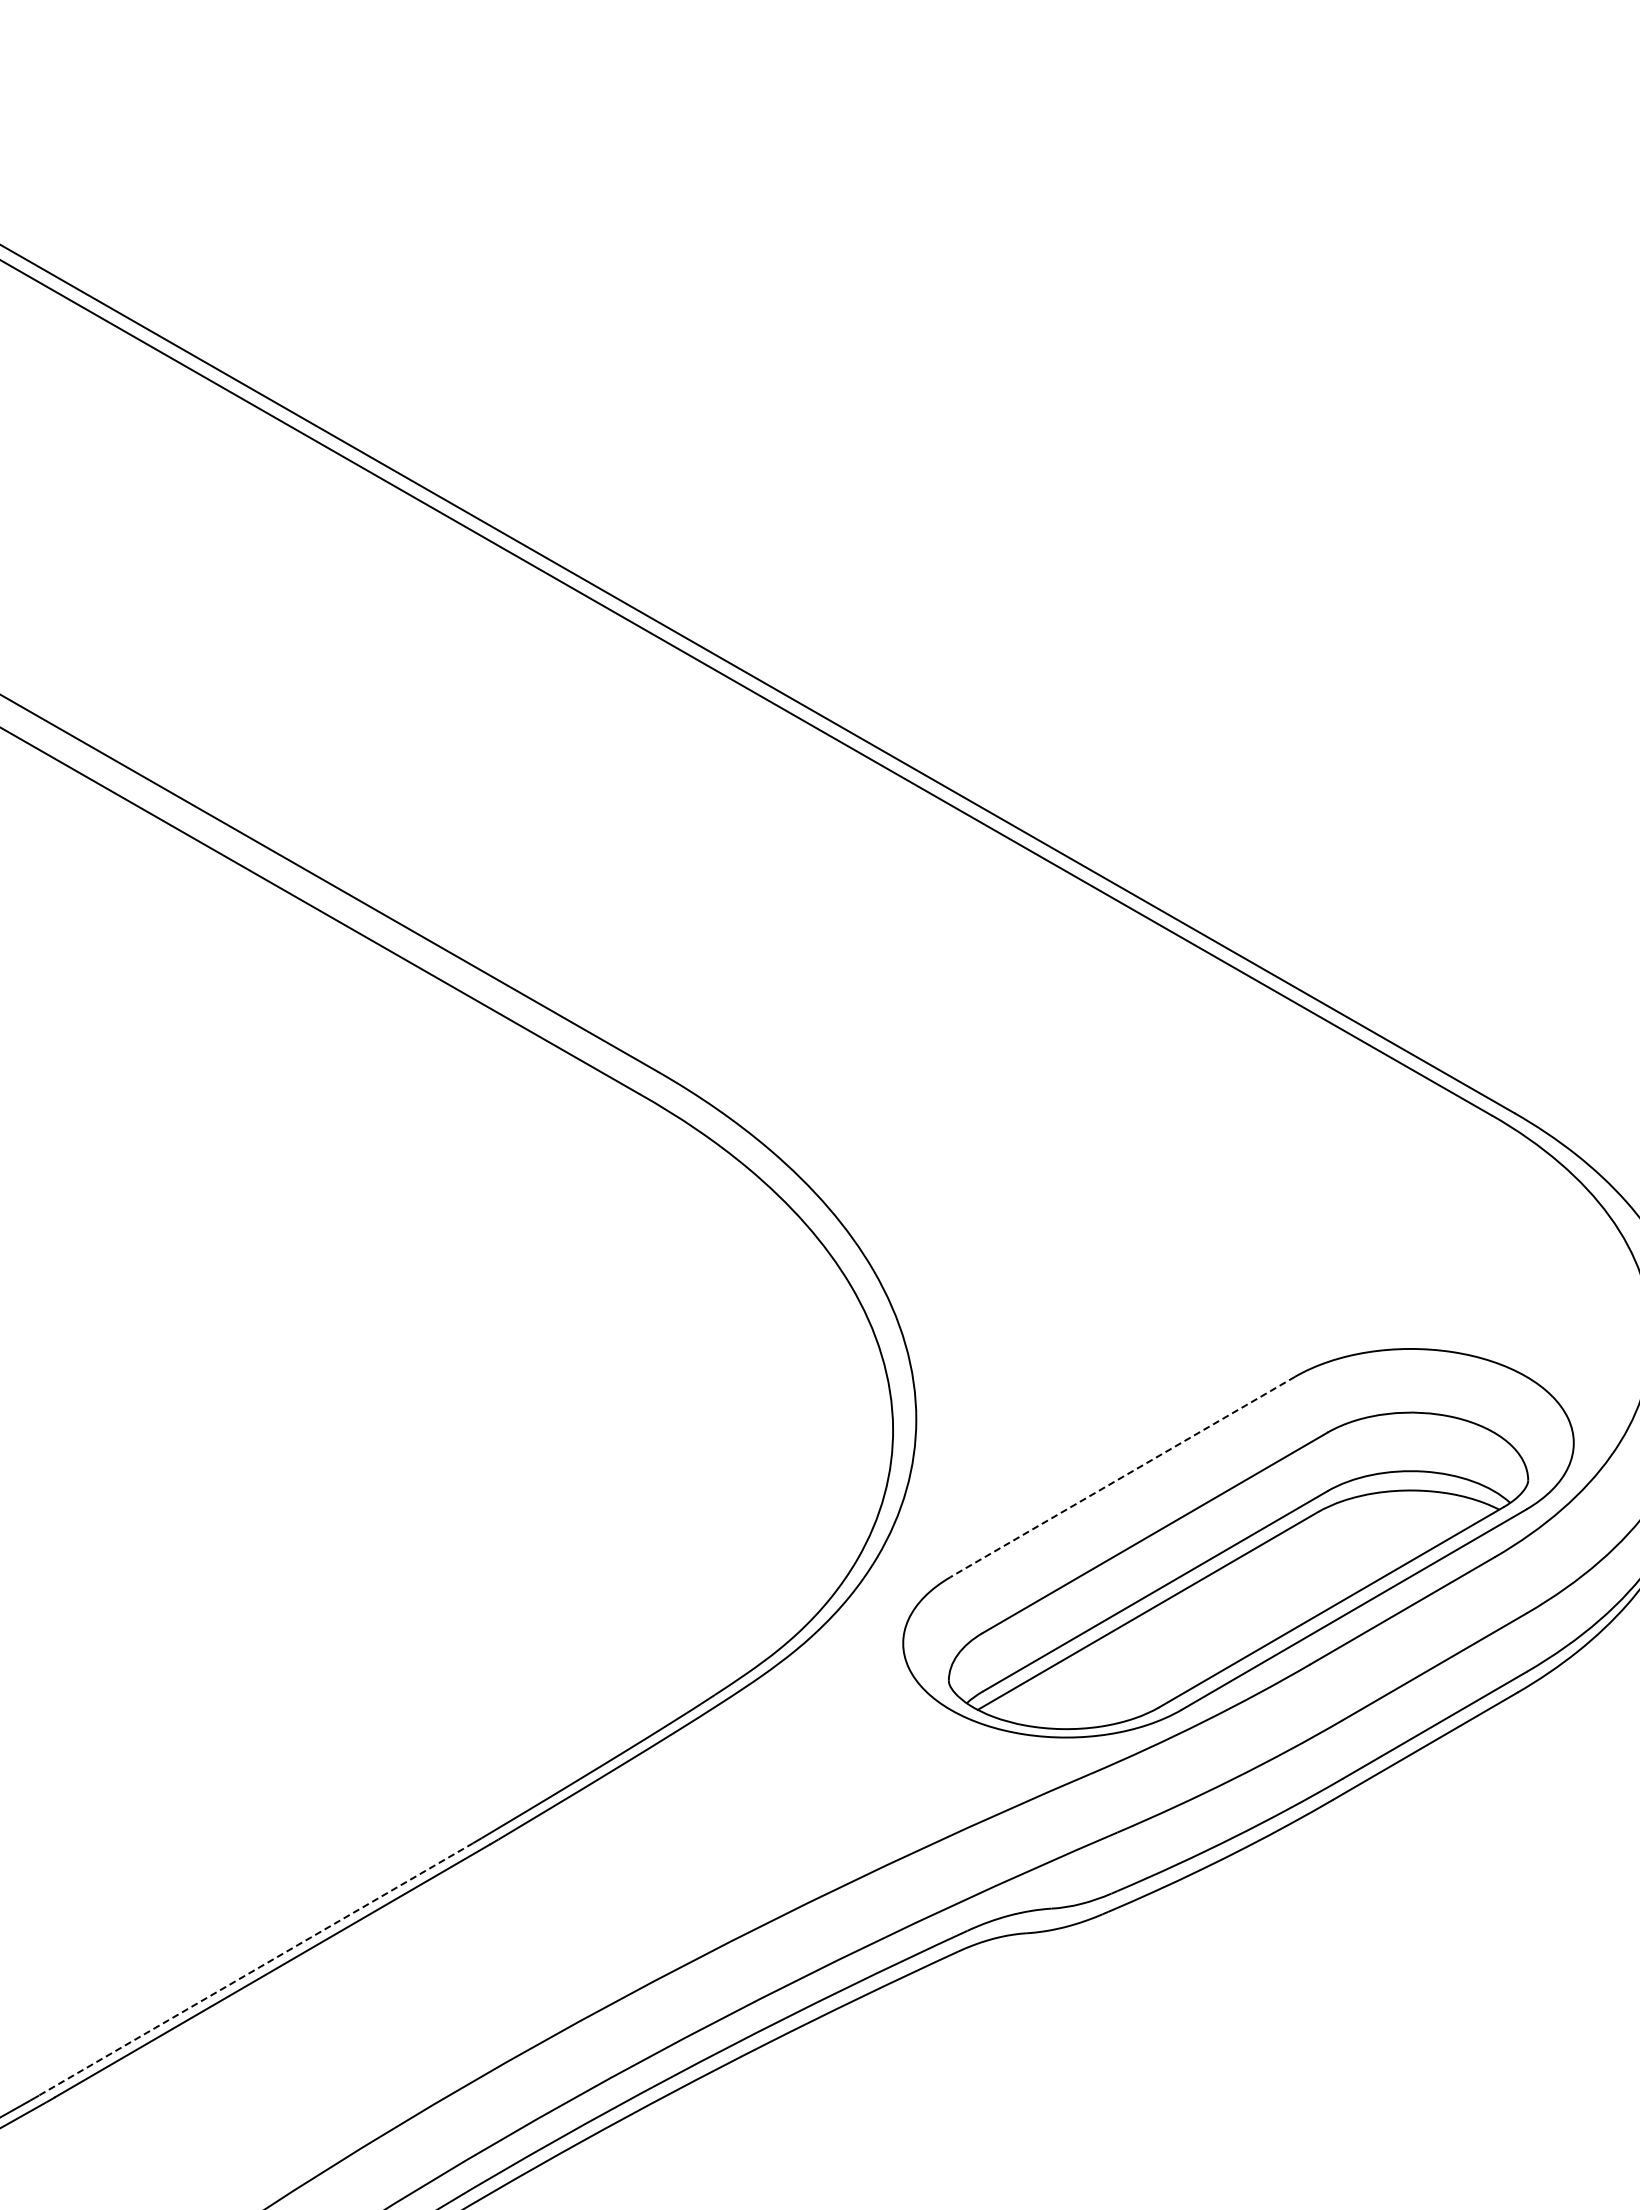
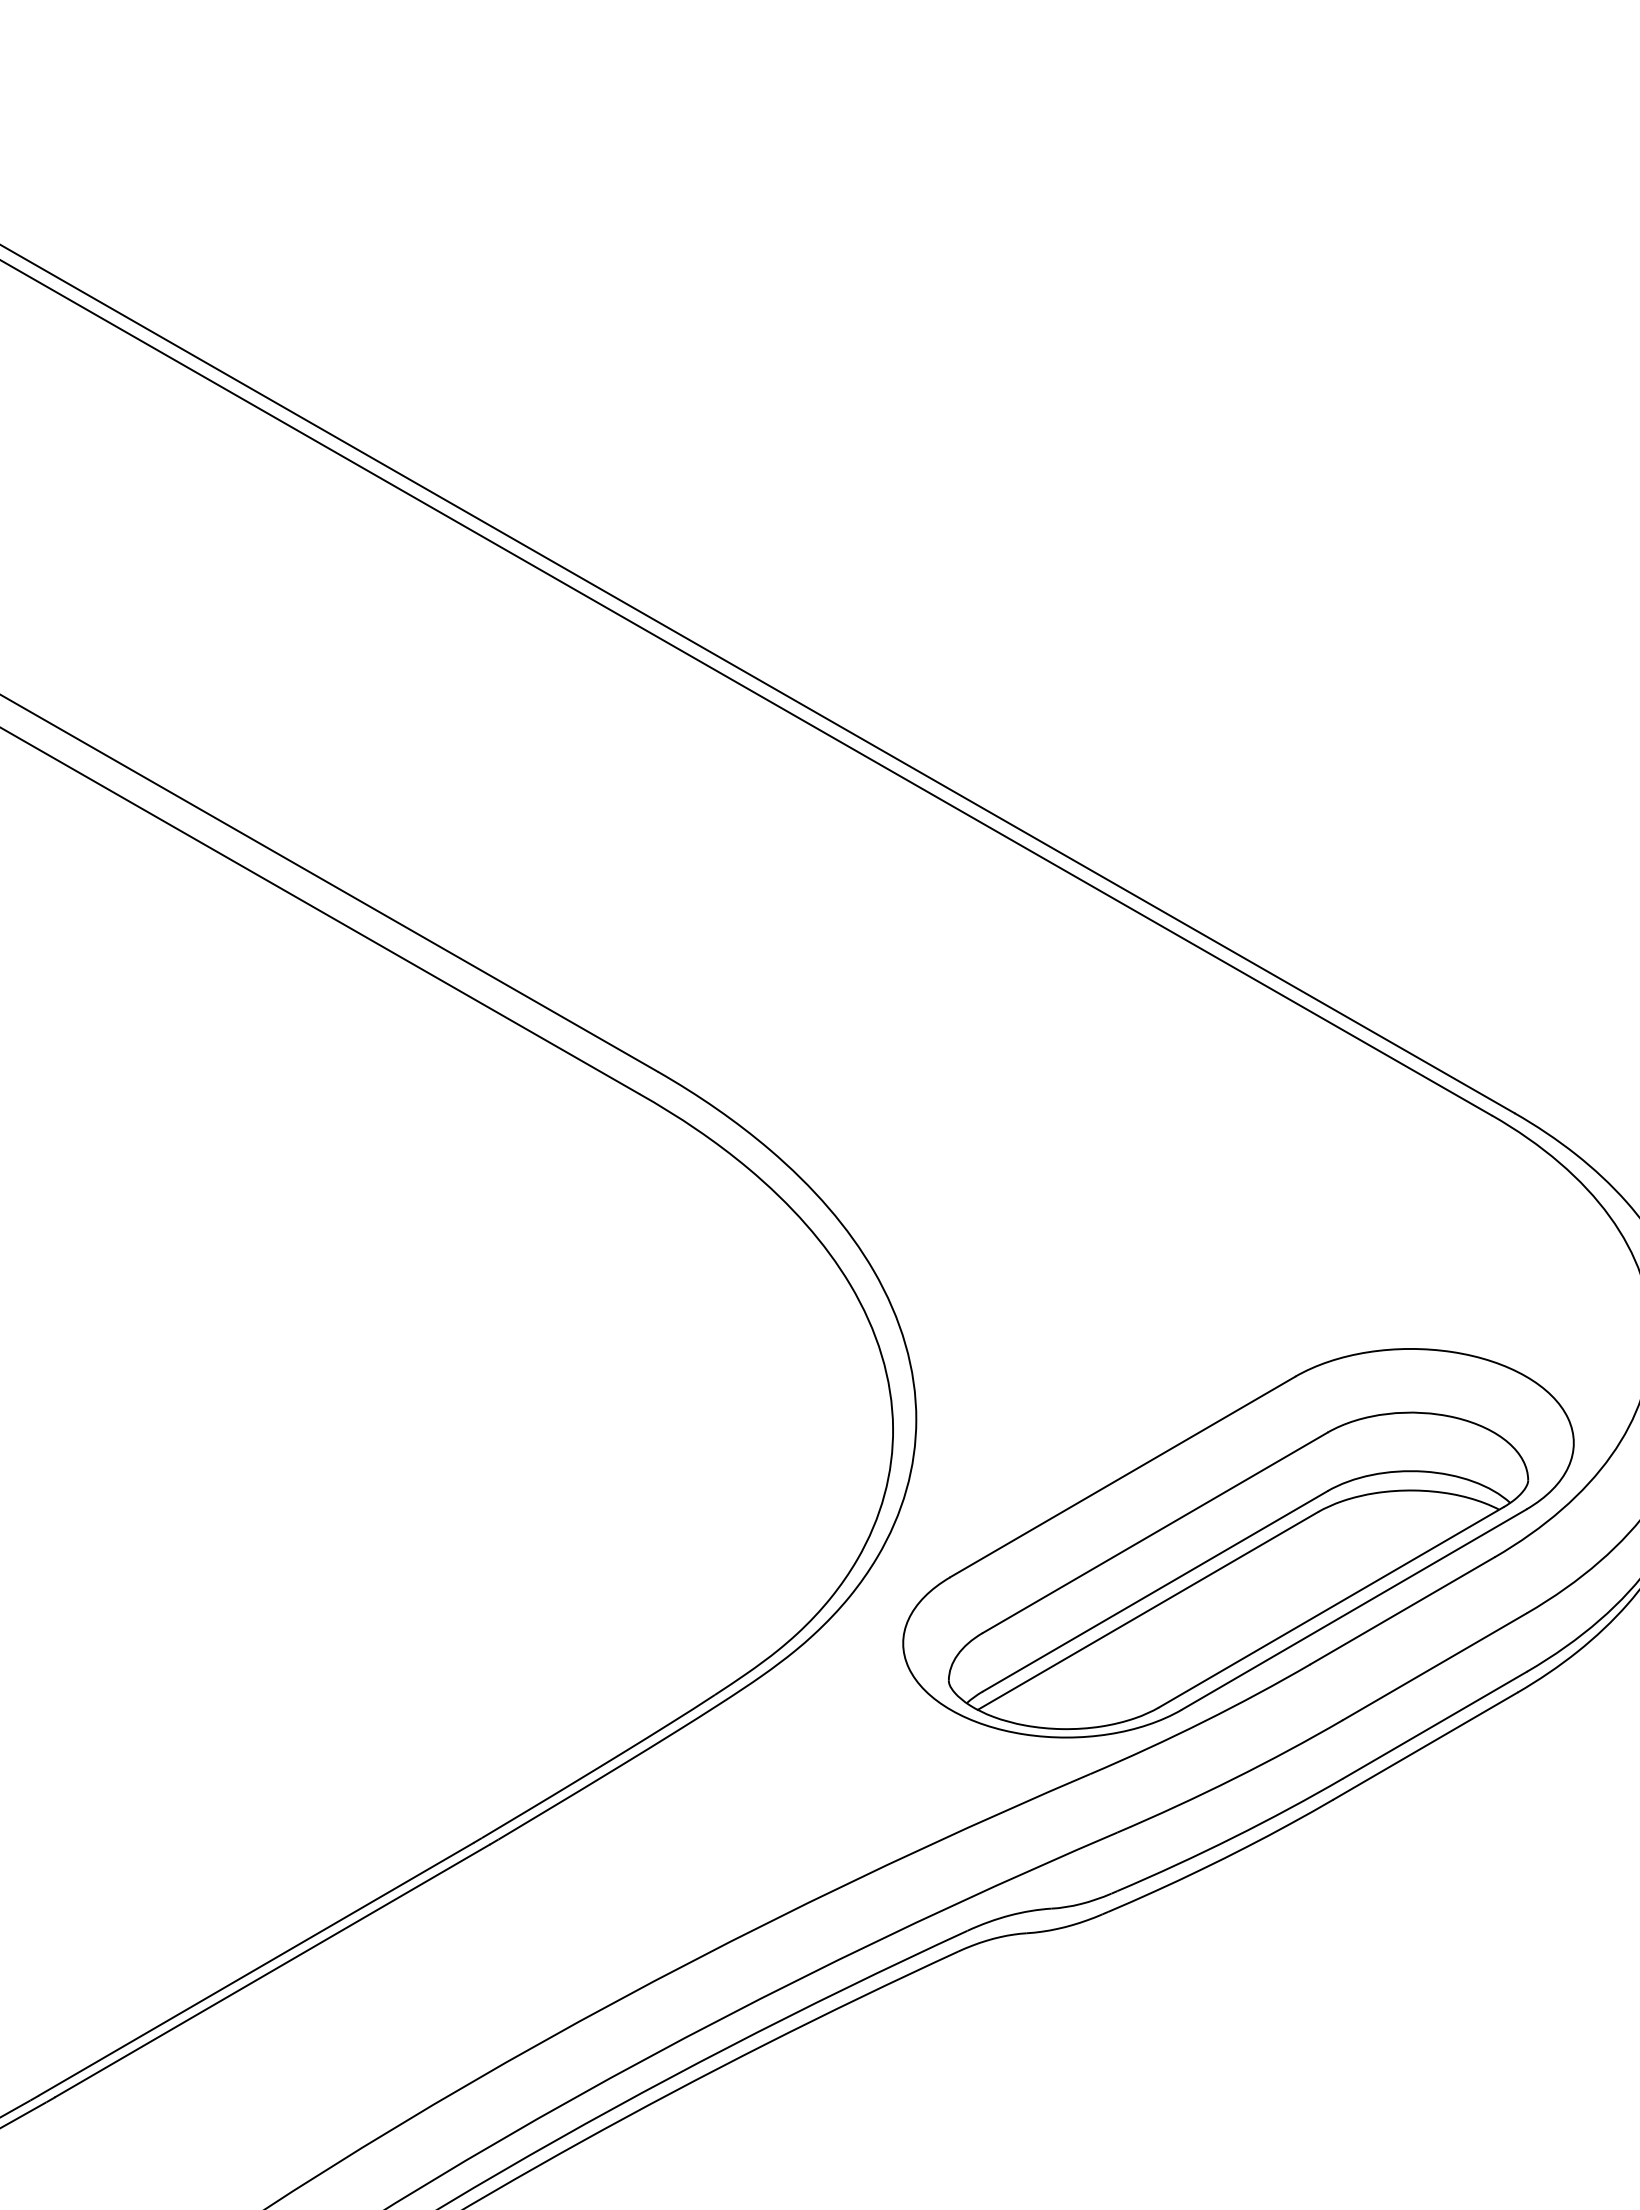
line at (1122, 1477): dashed -> solid
line at (255, 1969): dashed -> solid
